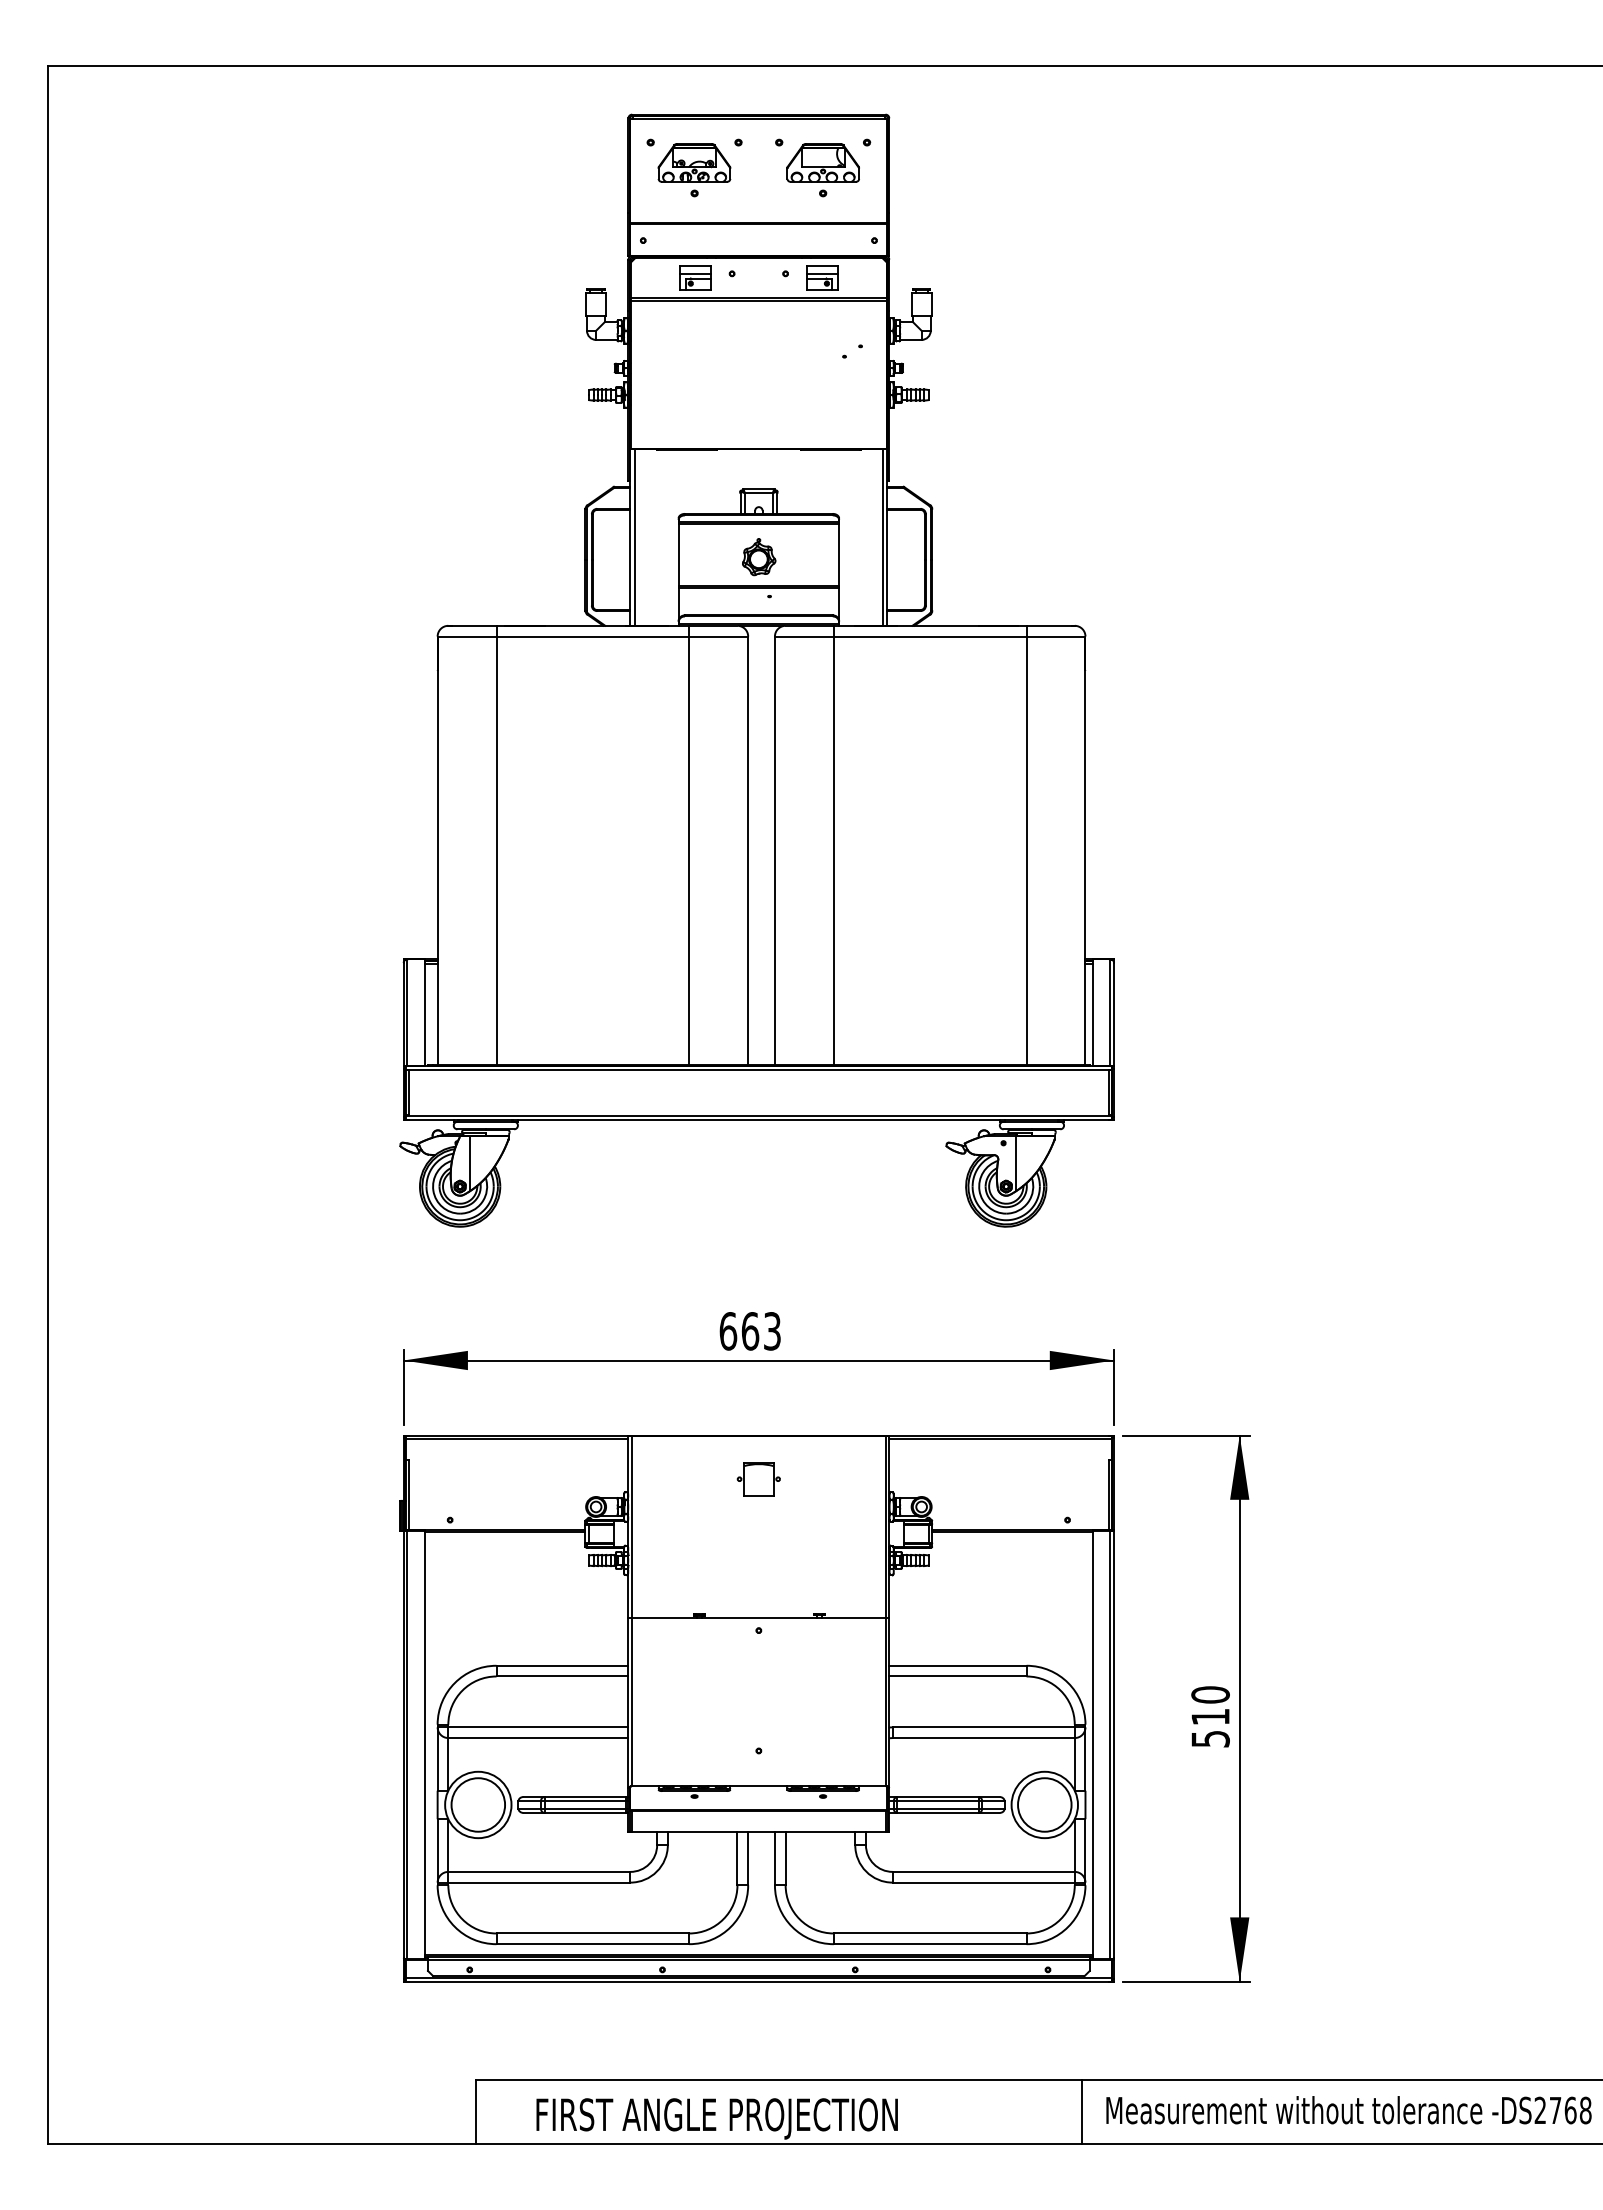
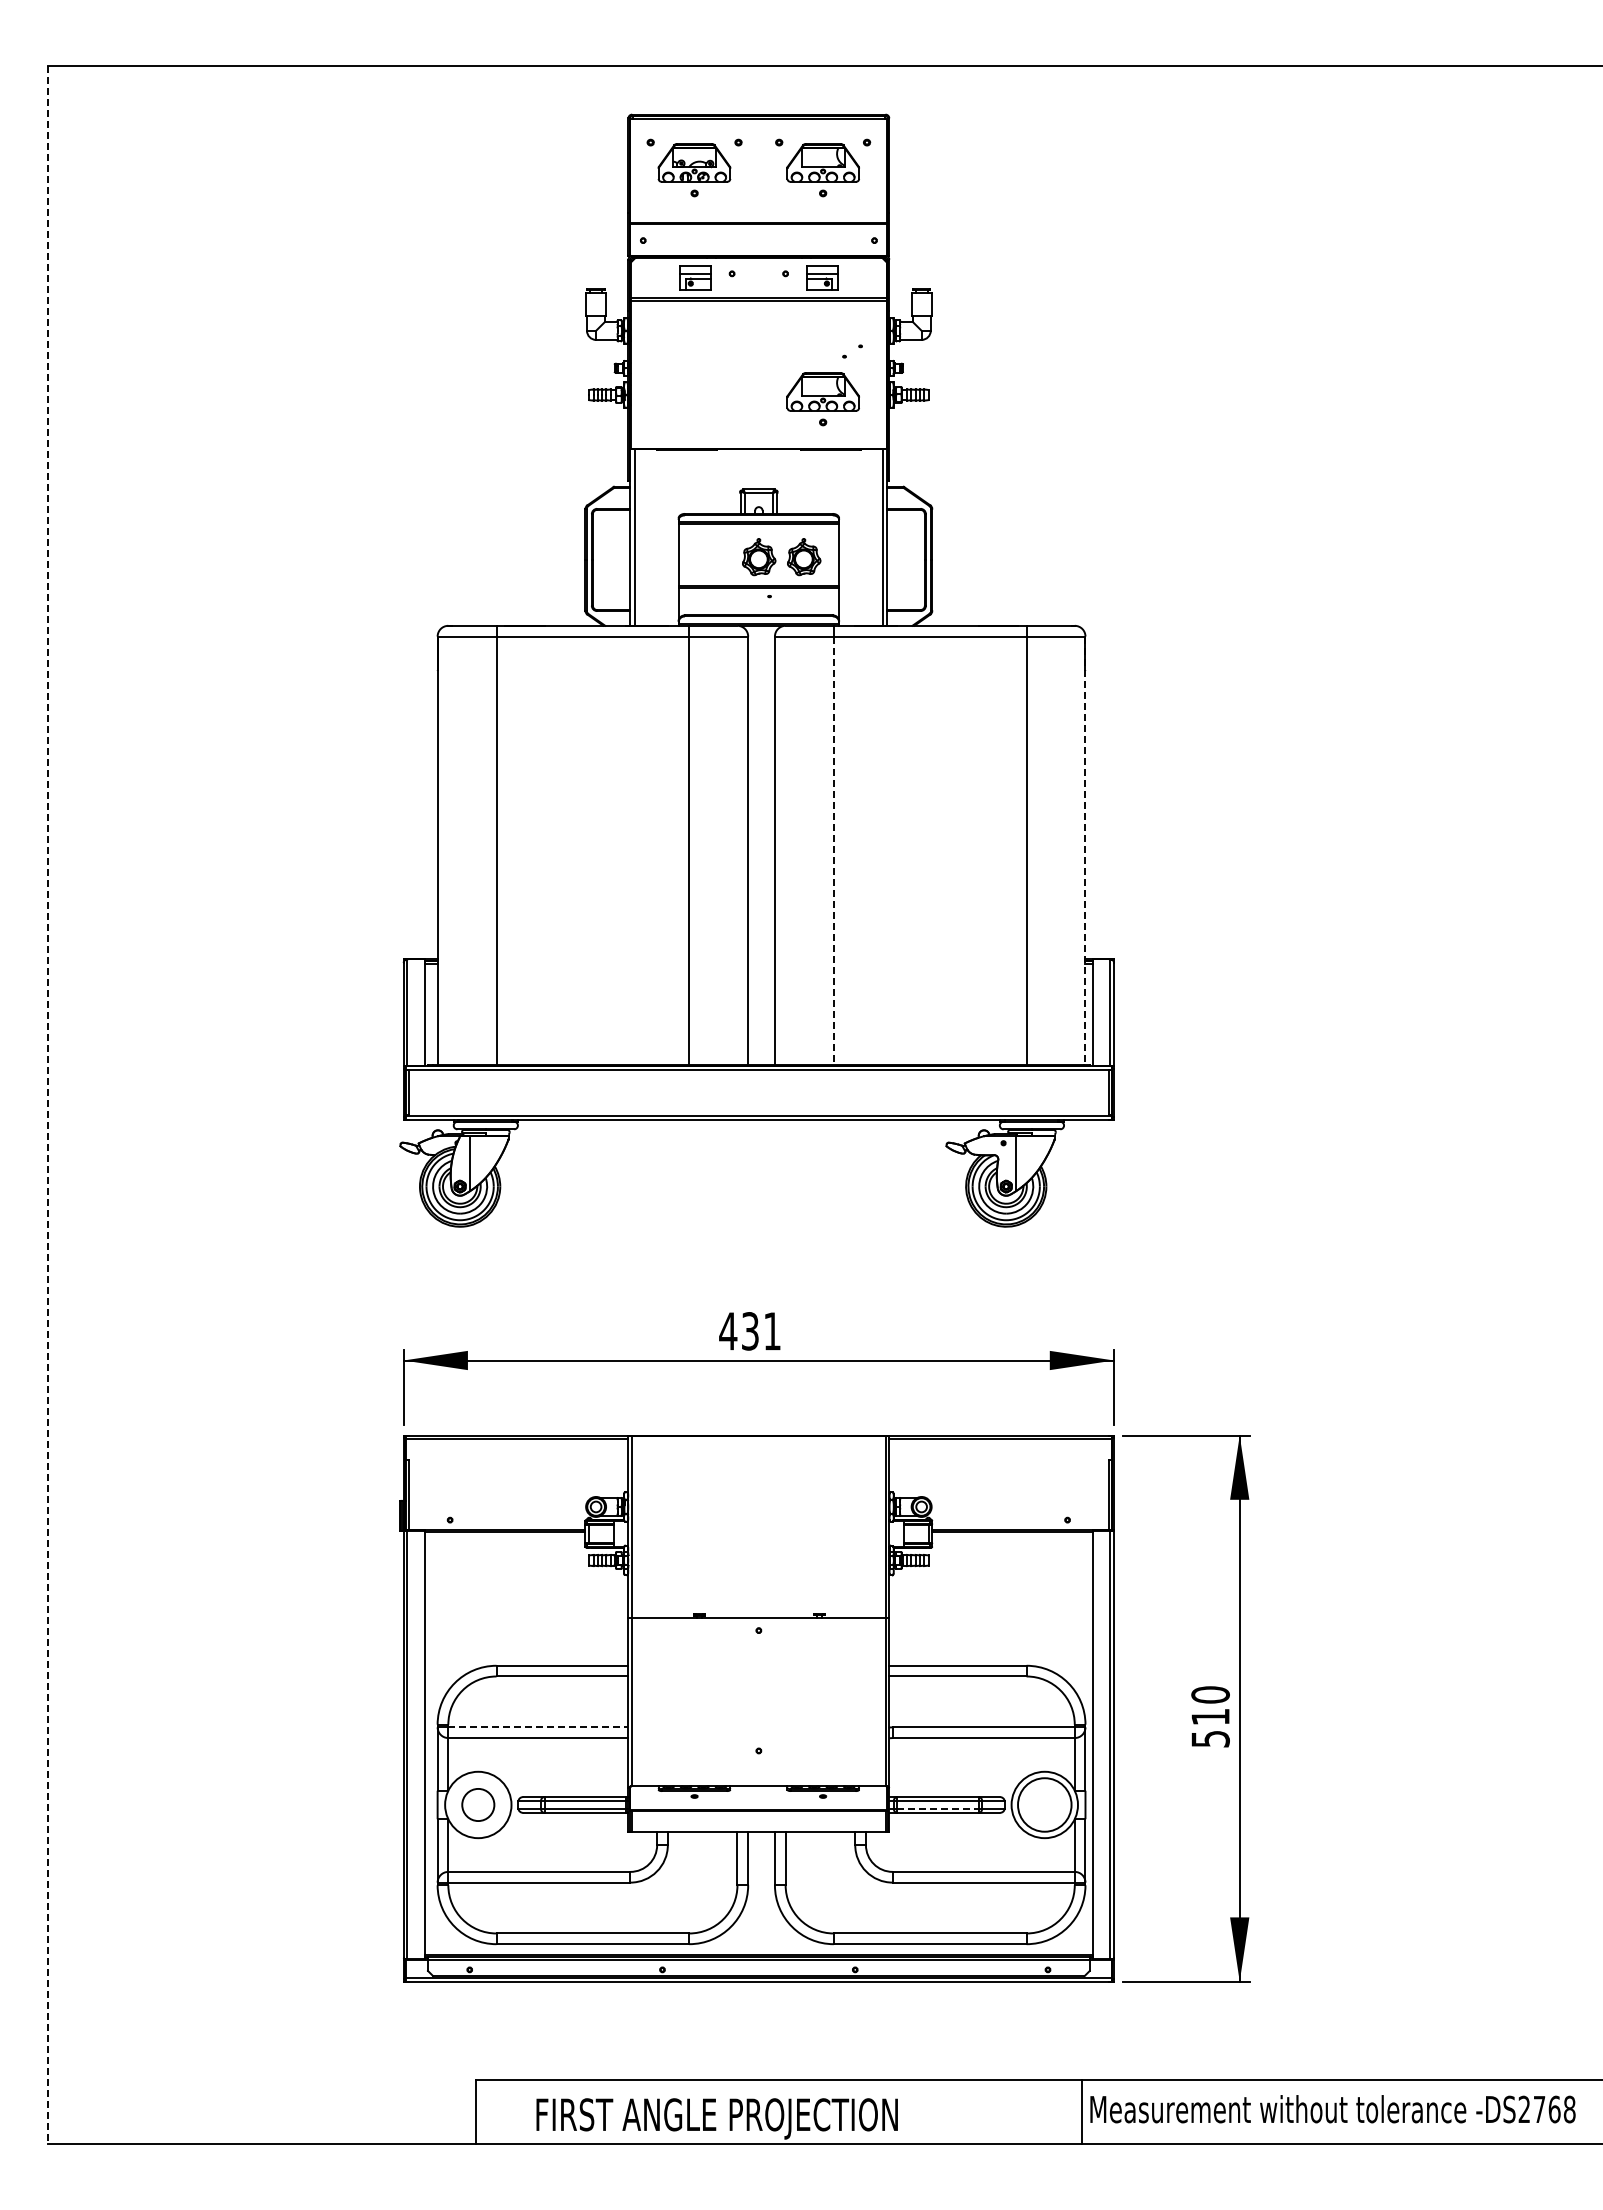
part at (822, 399): none -> present
part at (804, 557): none -> present
line at (833, 851): solid -> dashed
line at (1085, 851): solid -> dashed
line at (48, 1104): solid -> dashed
text at (749, 1331): 663 -> 431
part at (758, 1479): present -> none
line at (538, 1727): solid -> dashed
circle at (478, 1804) diameter: 54 px -> 32 px
line at (937, 1808): solid -> dashed
text at (1348, 2110) position: (1348, 2110) -> (1332, 2109)
